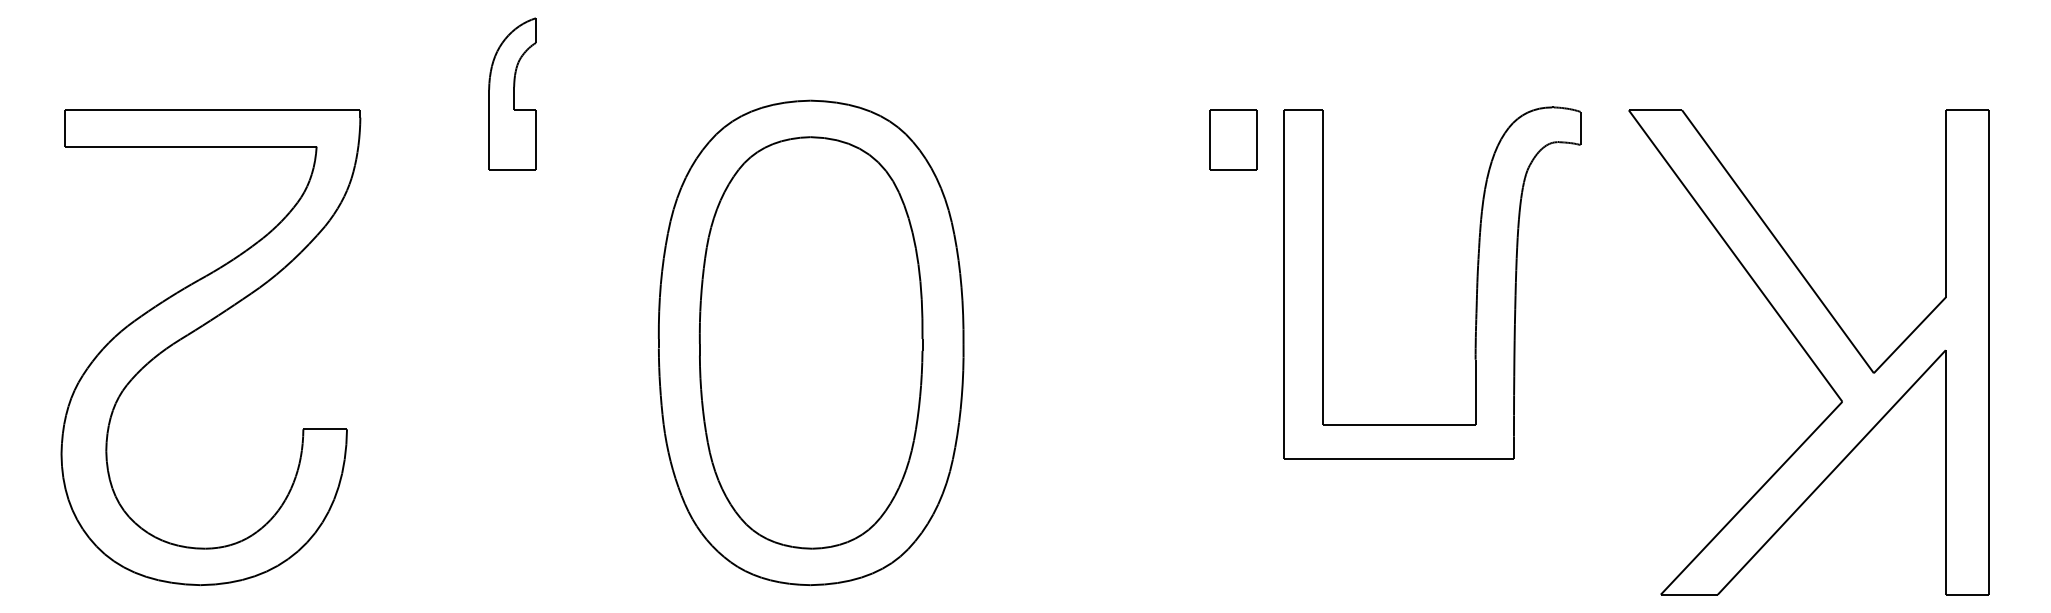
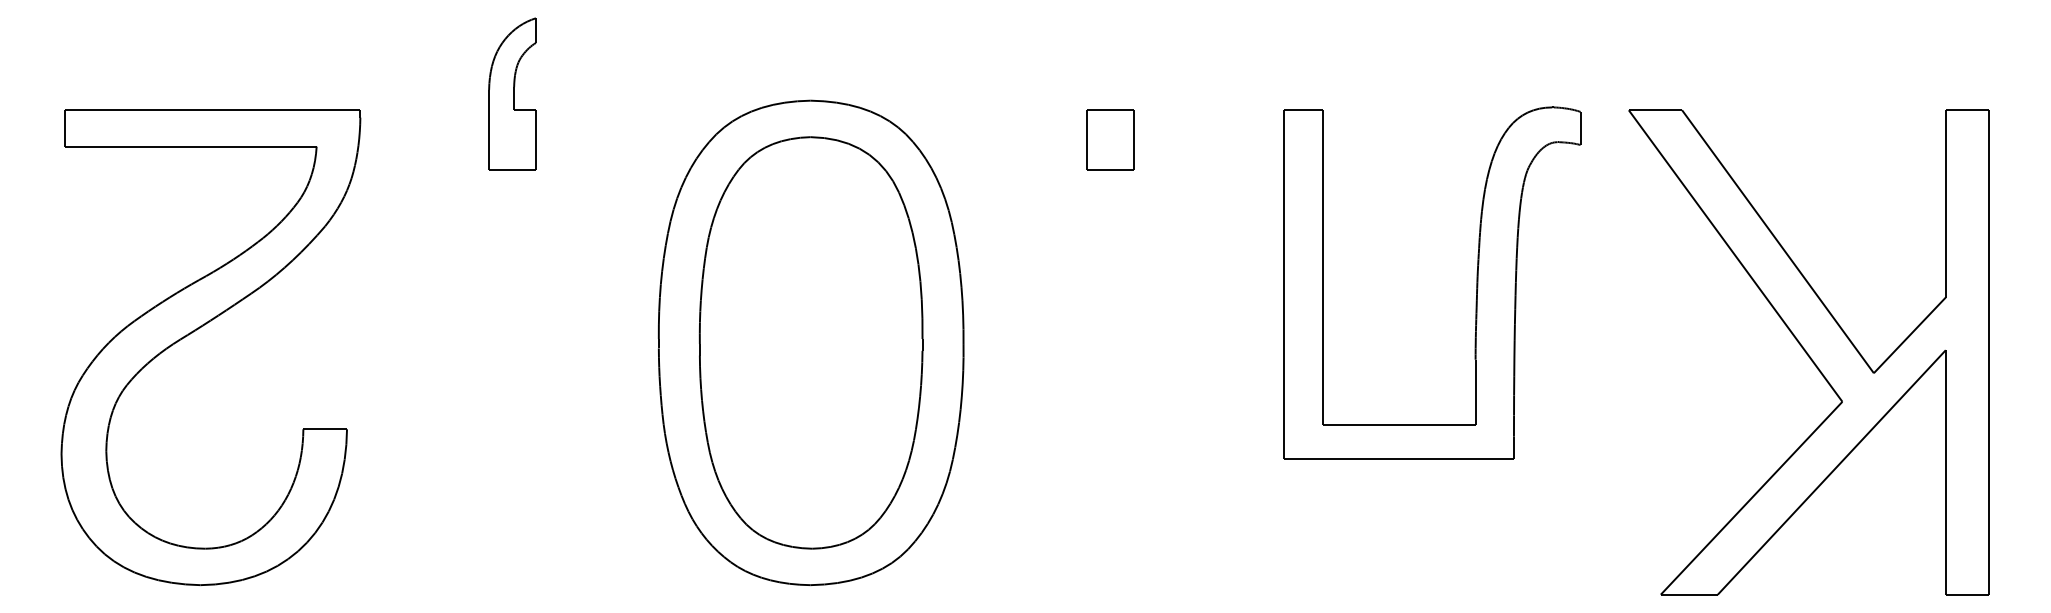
part at (1233, 139) position: (1233, 139) -> (1110, 139)
